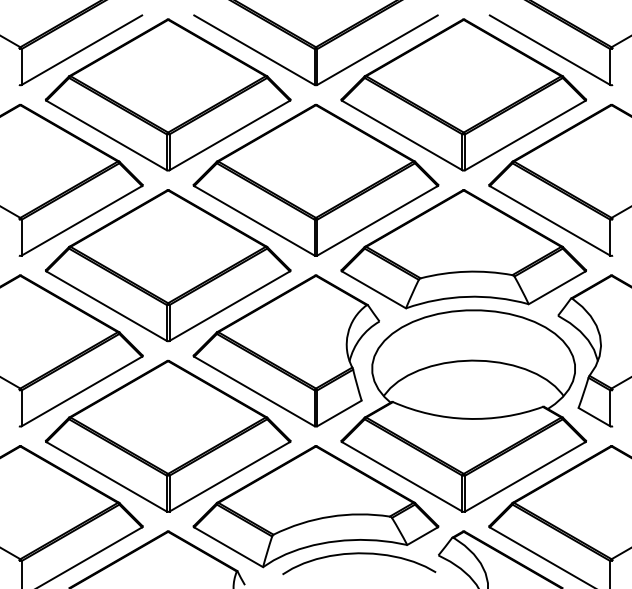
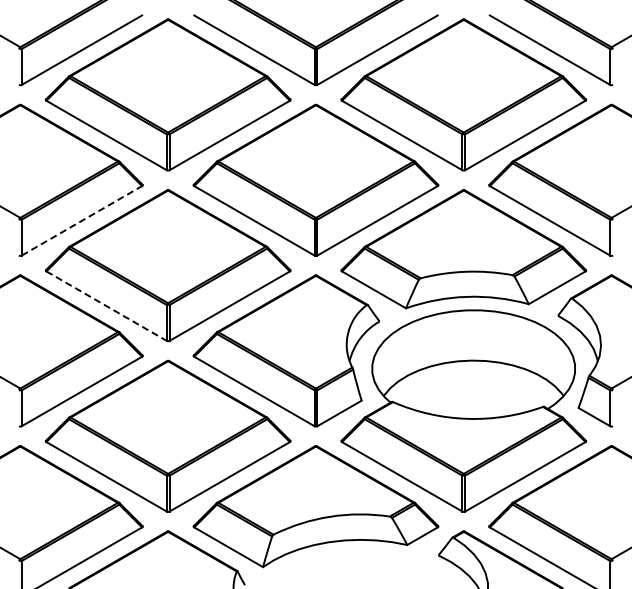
line at (82, 220): solid -> dashed
line at (107, 306): solid -> dashed
curve at (359, 554): present -> none
